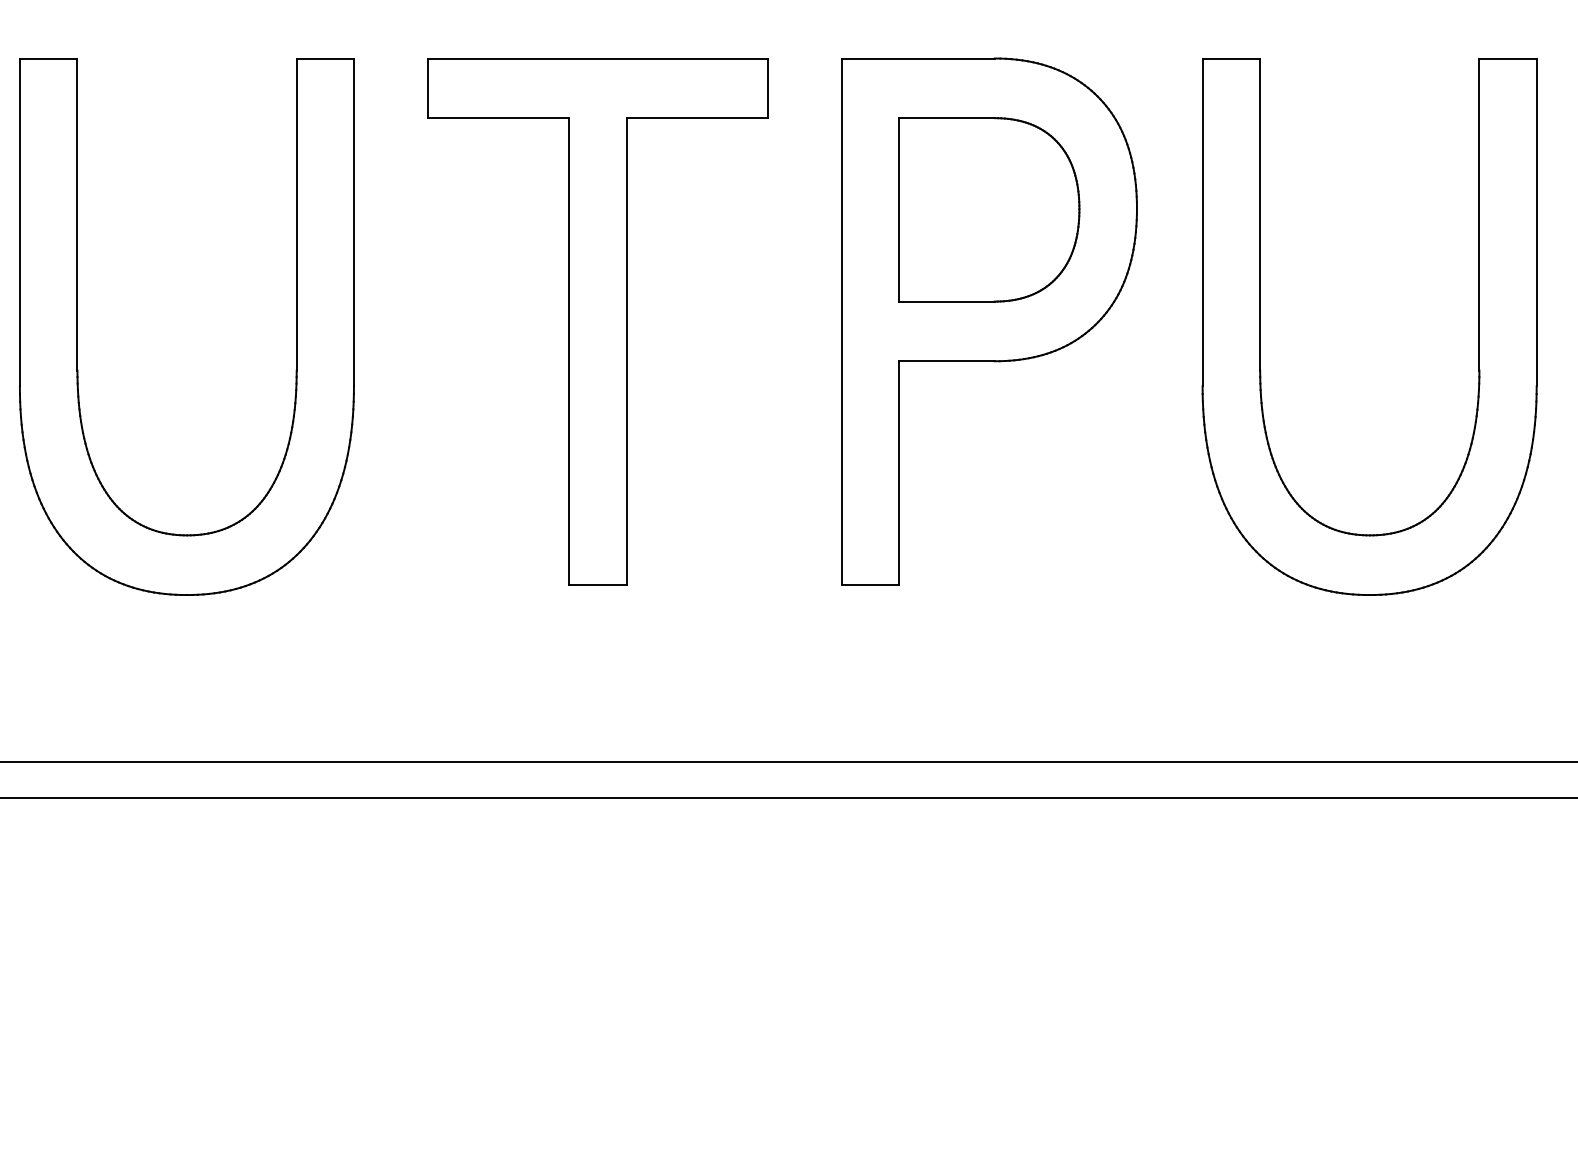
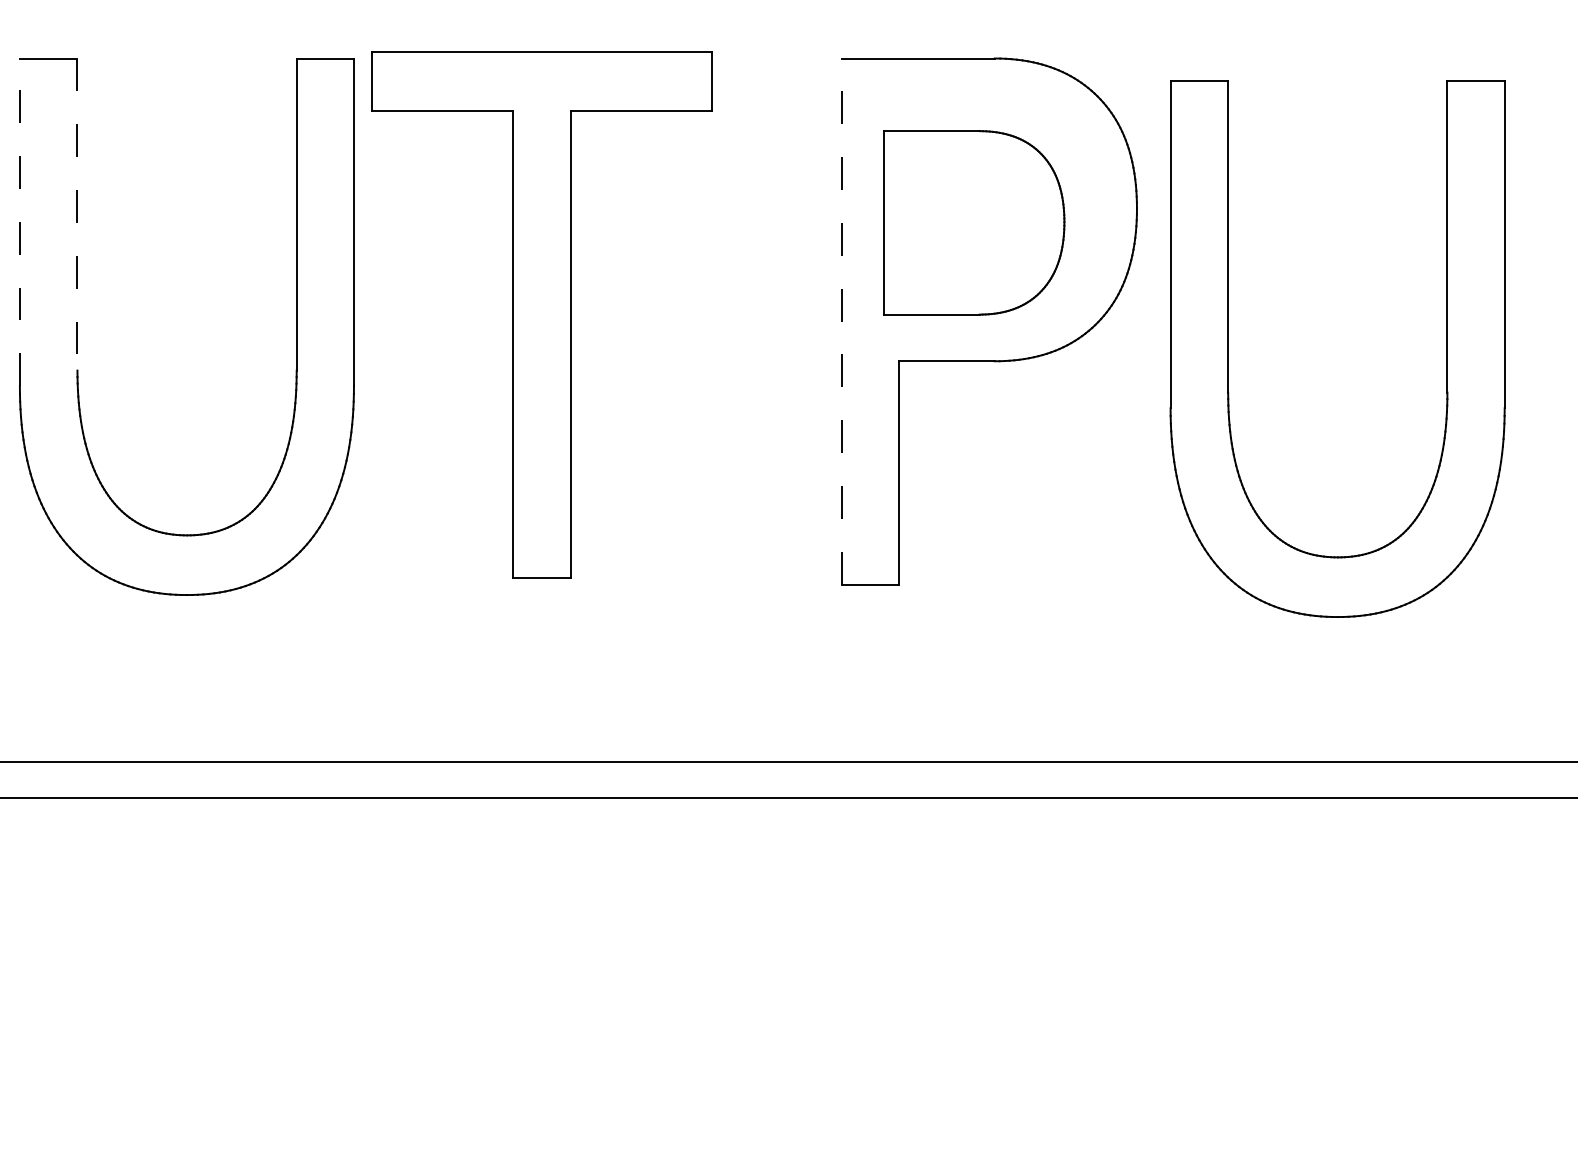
part at (989, 209) position: (989, 209) -> (974, 222)
line at (77, 215): solid -> dashed
line at (19, 222): solid -> dashed
part at (597, 321) position: (597, 321) -> (541, 314)
line at (841, 321): solid -> dashed
part at (1260, 326) position: (1260, 326) -> (1228, 348)
